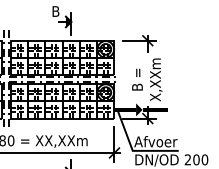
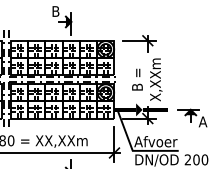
part at (192, 117): none -> present
